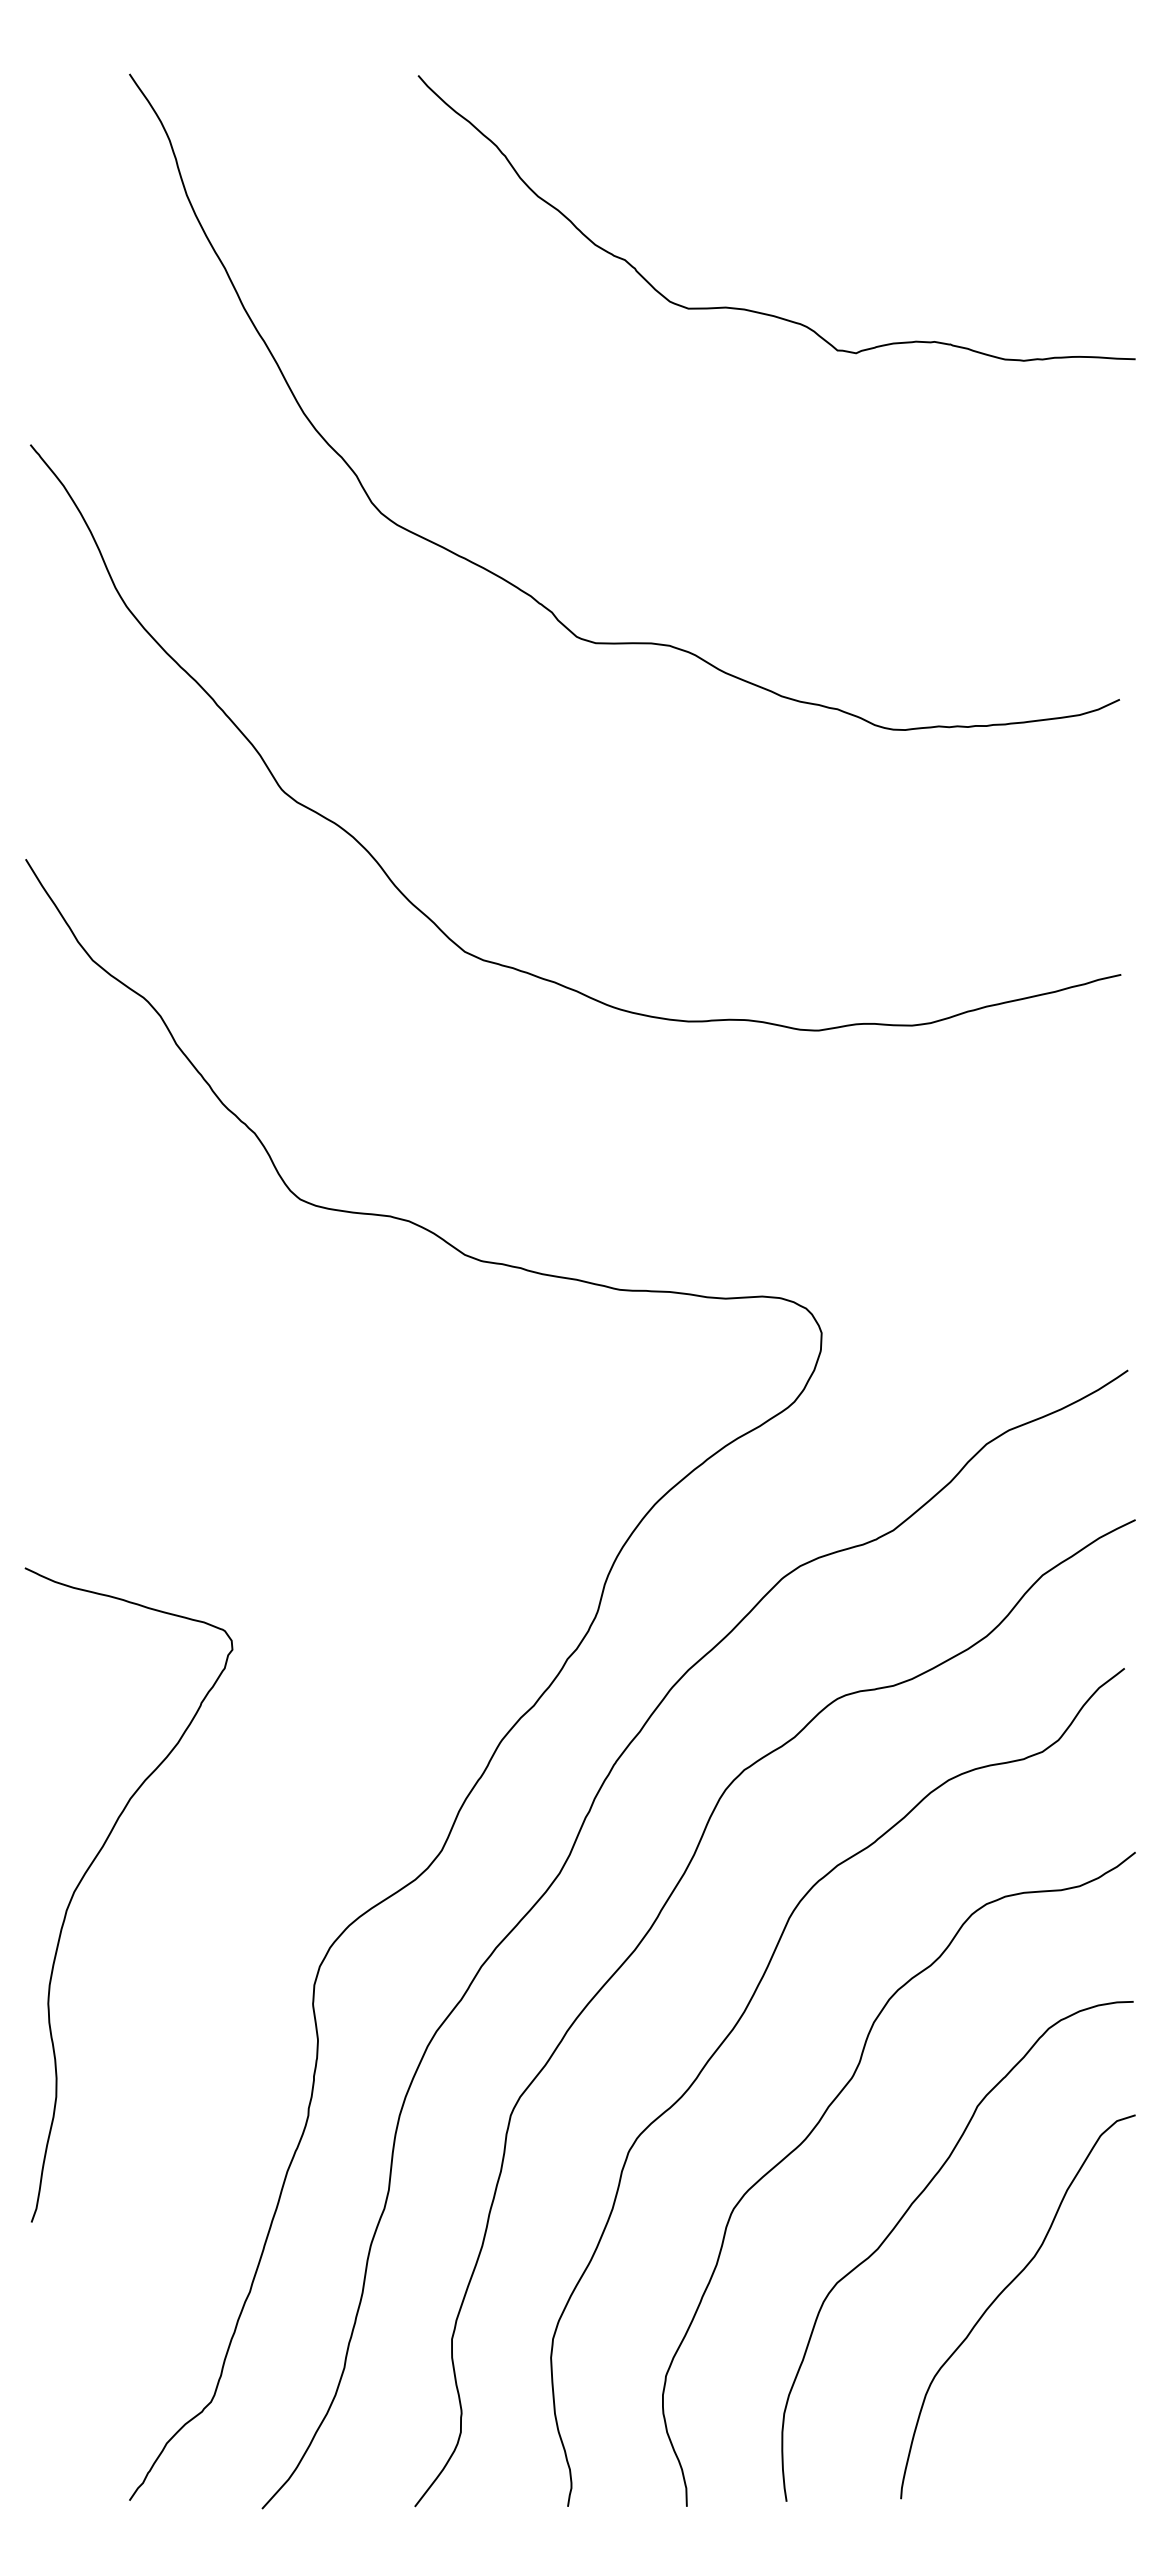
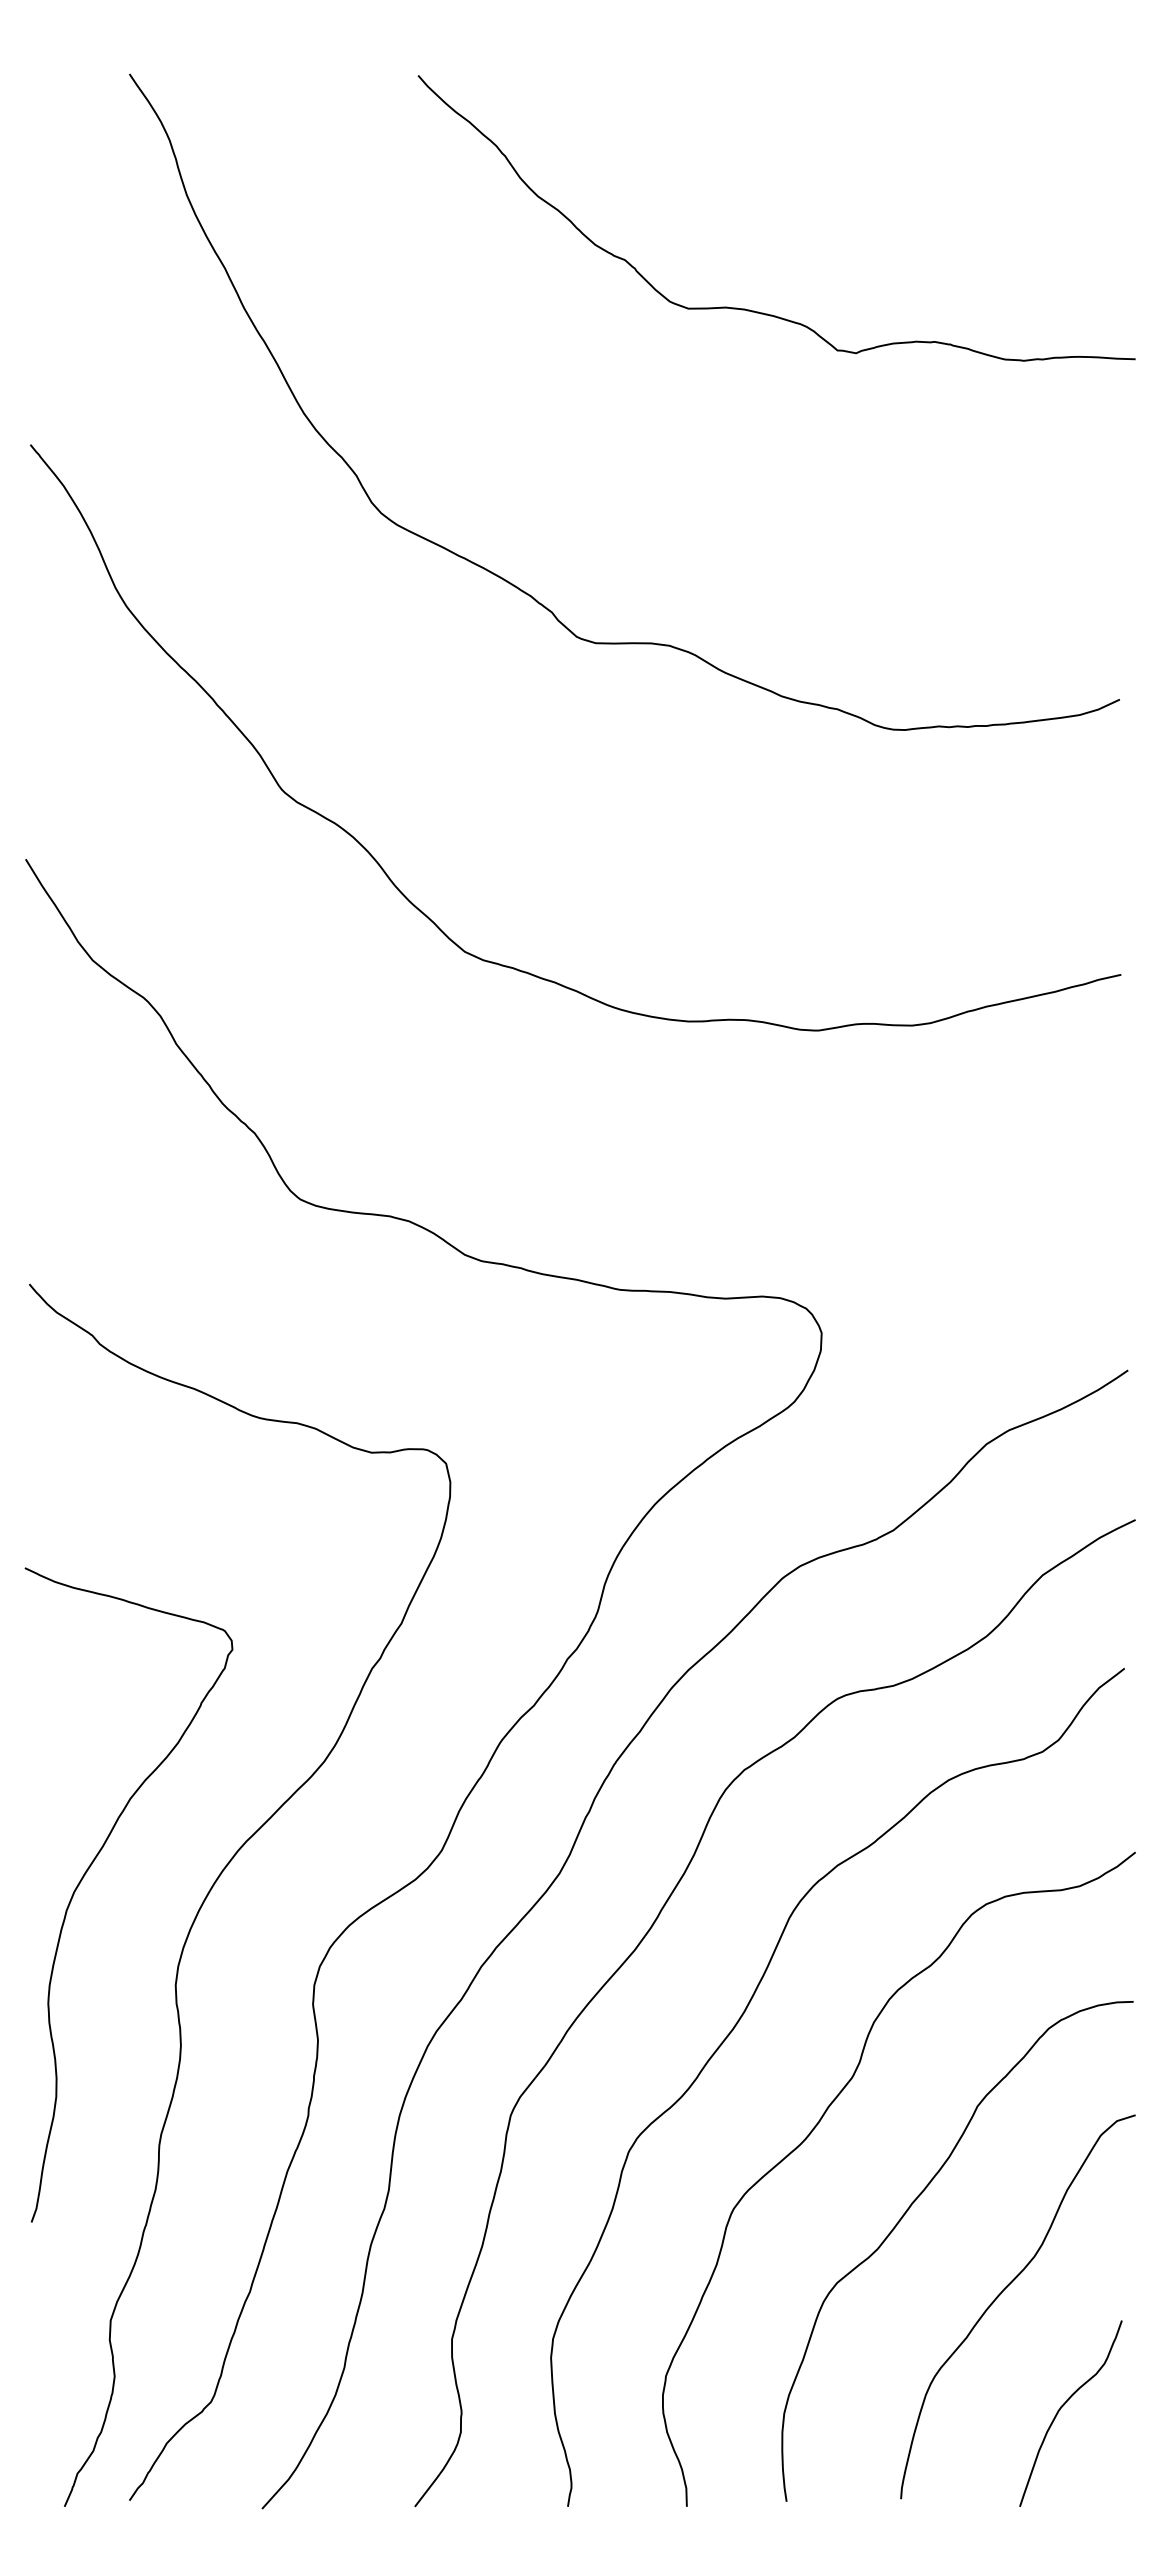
curve at (218, 1879): none -> present
curve at (1063, 2406): none -> present
